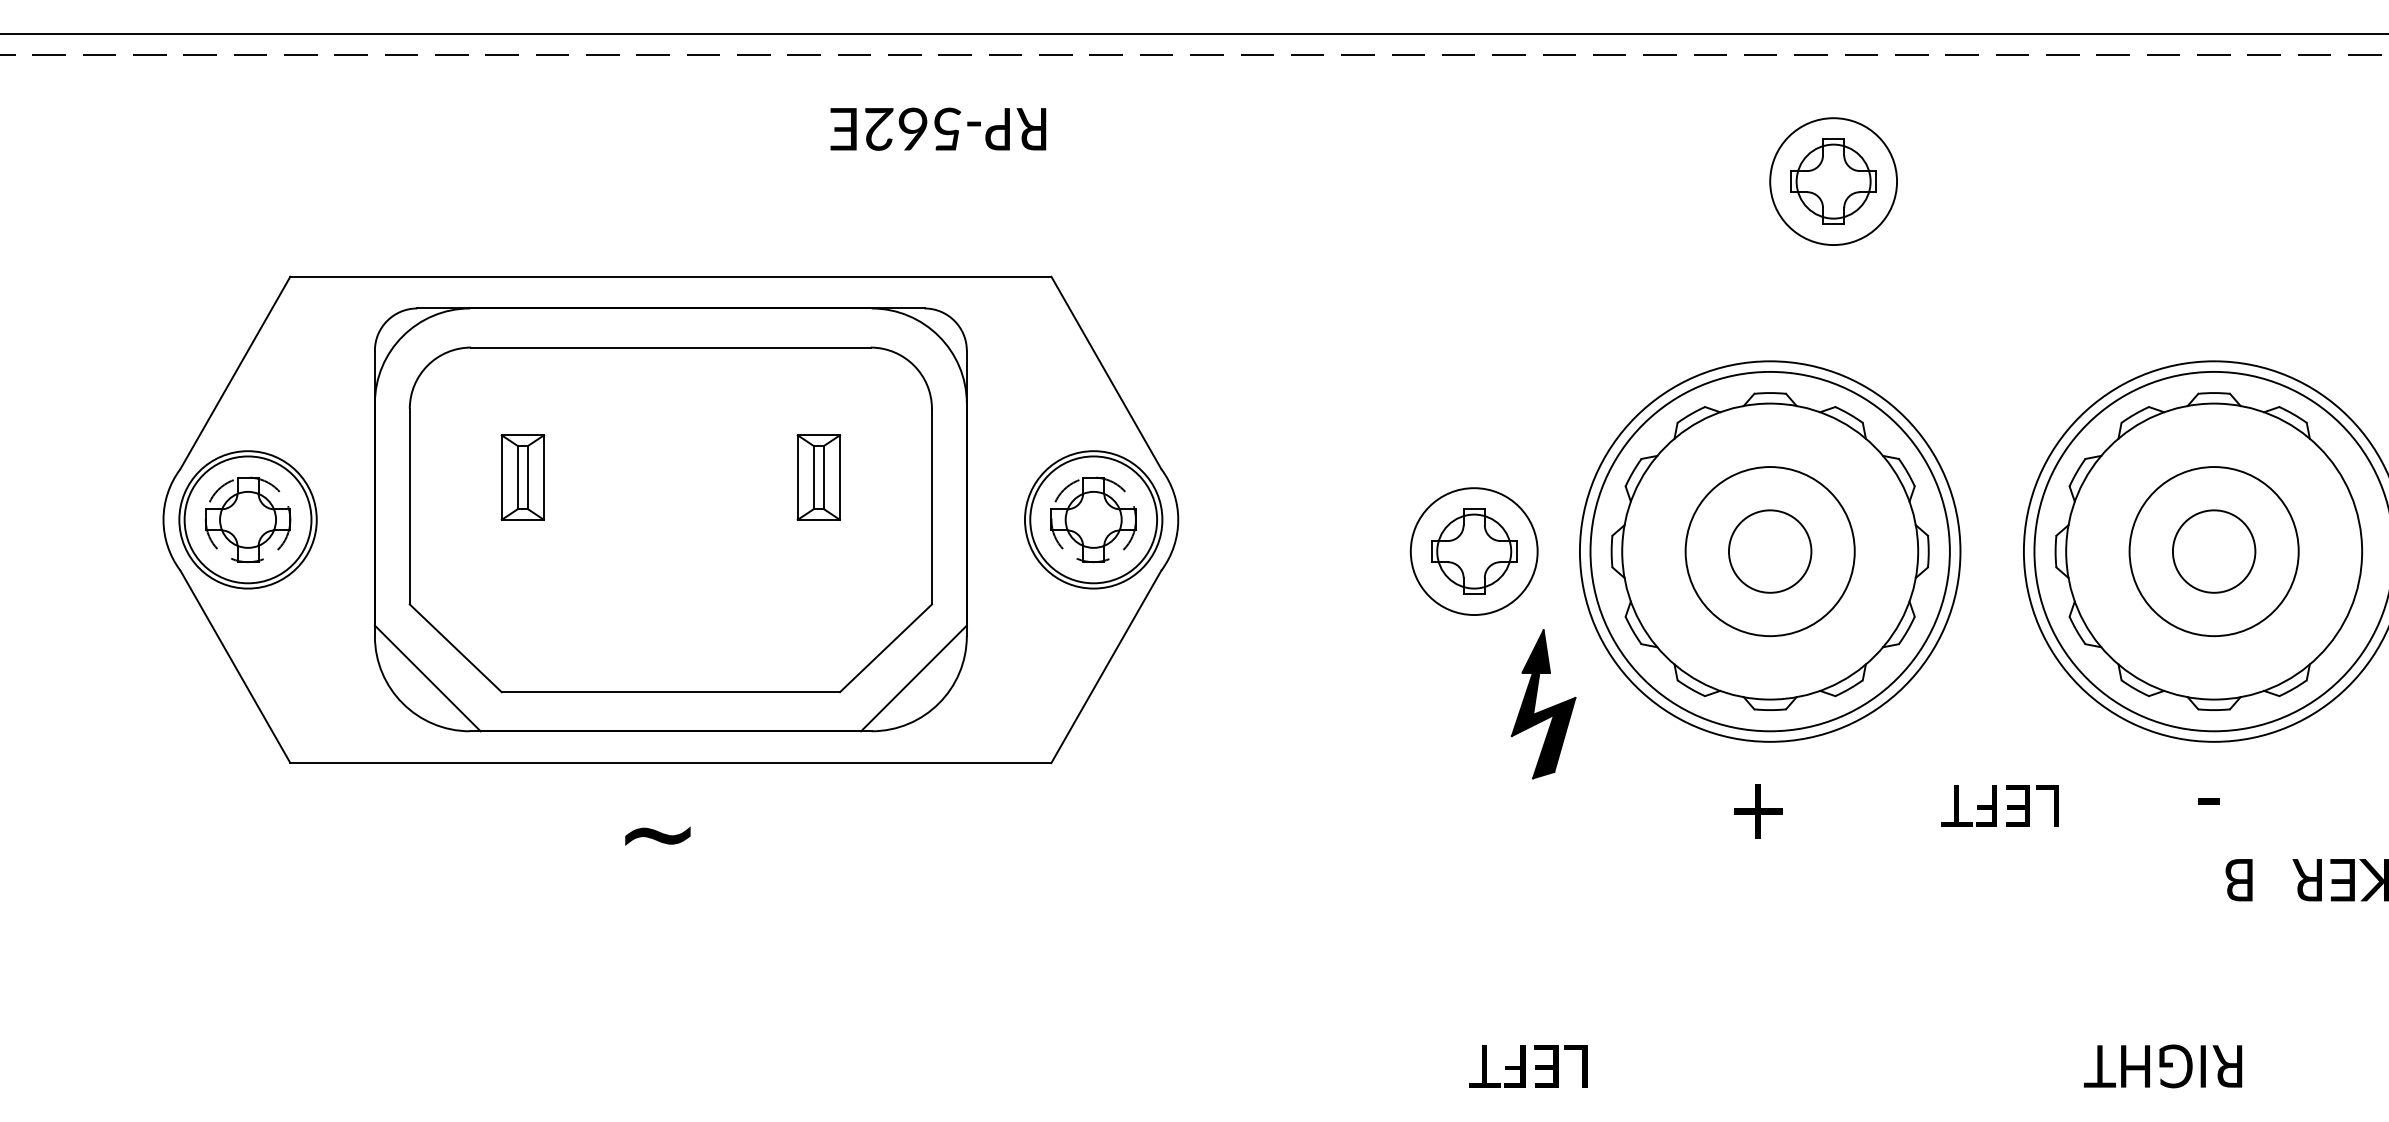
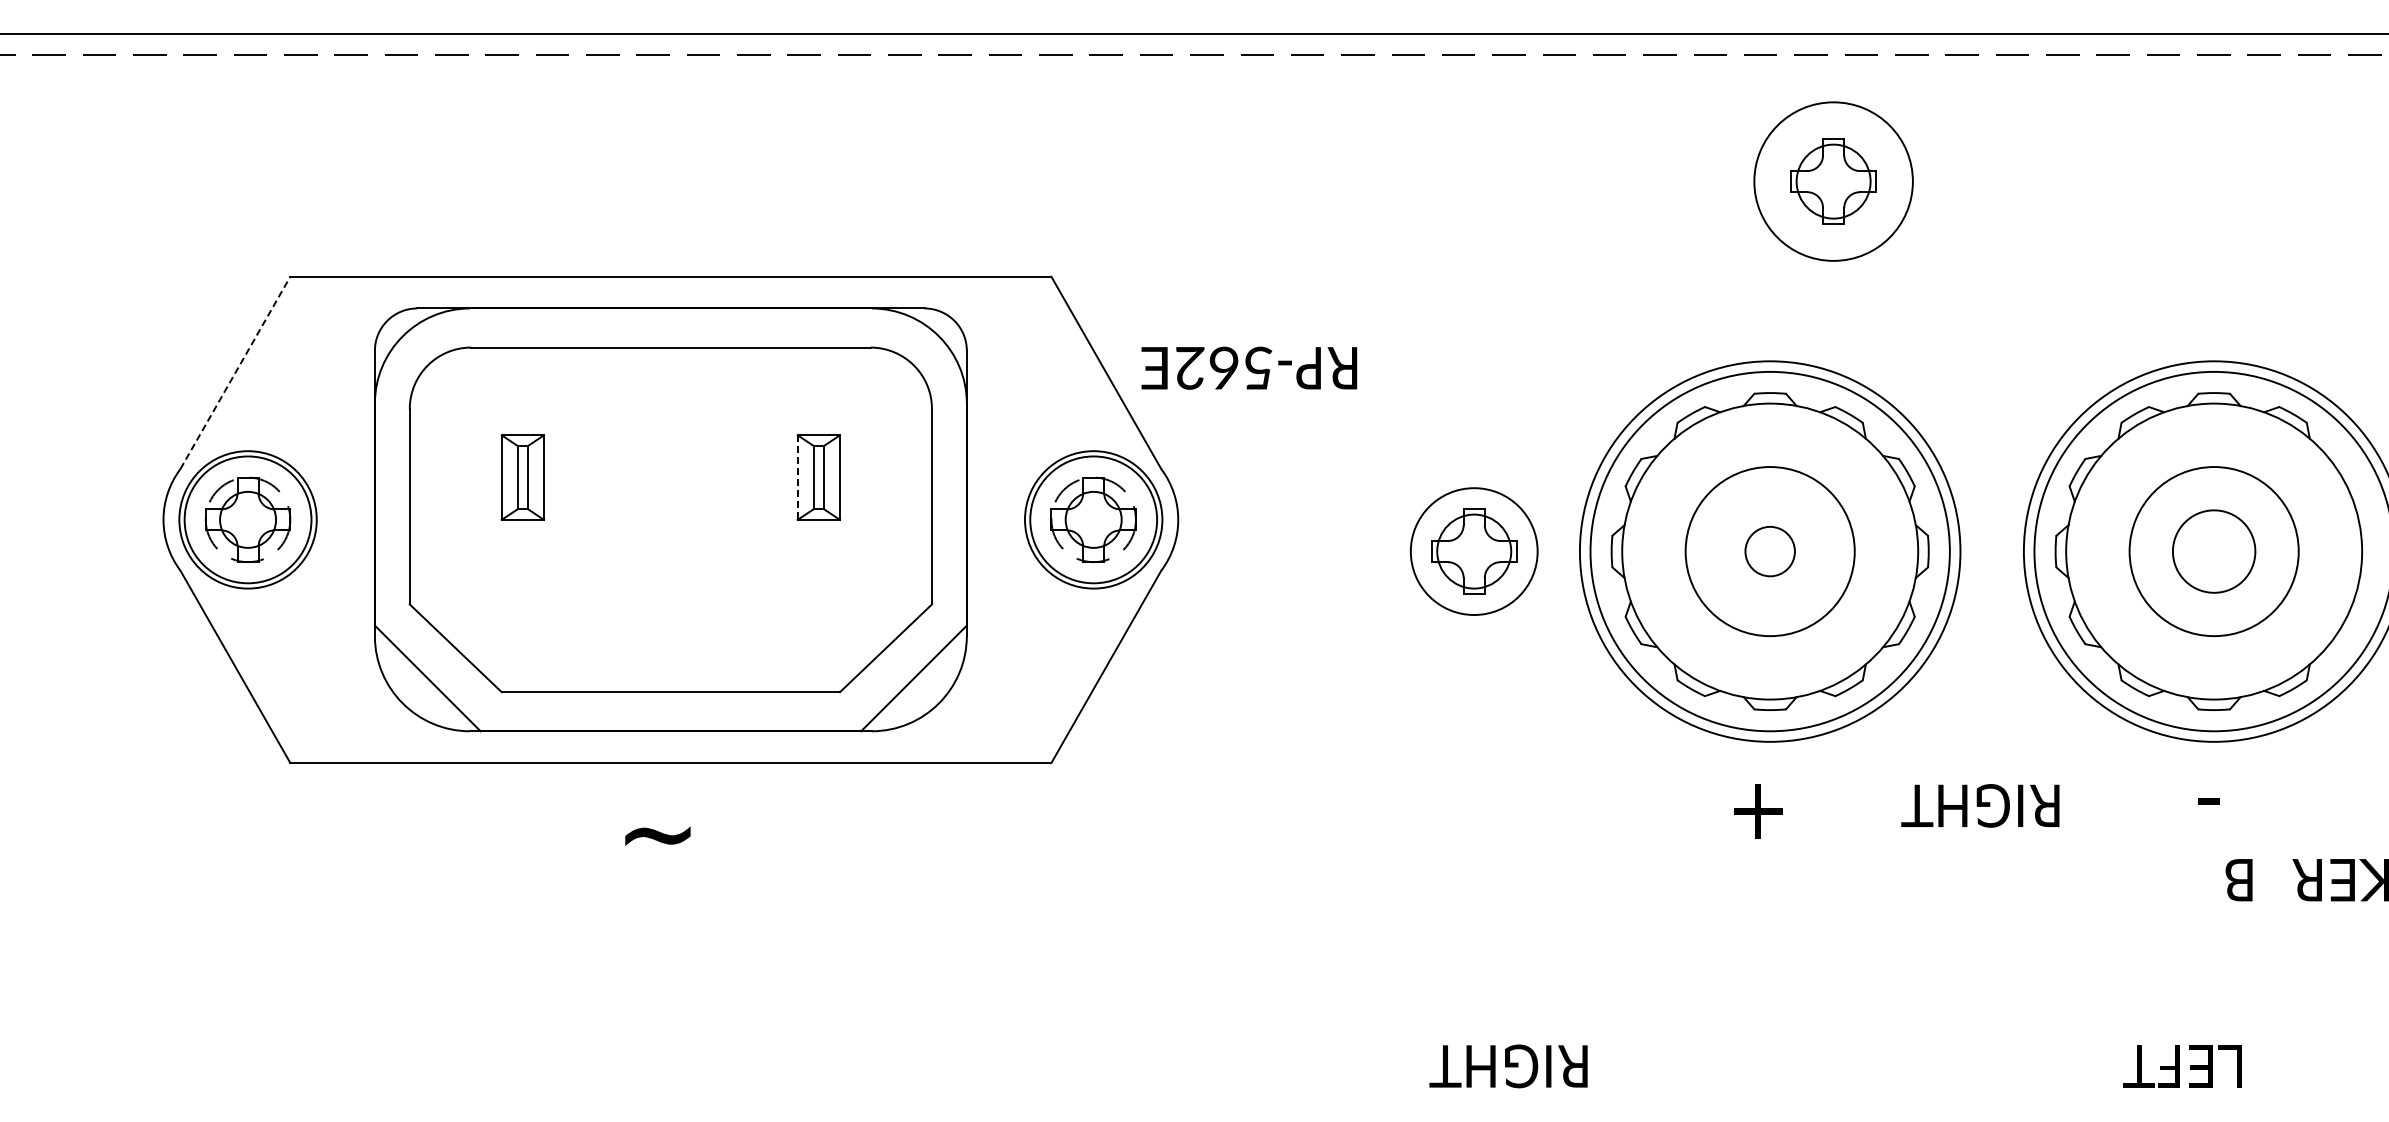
text at (938, 128) position: (938, 128) -> (1249, 367)
circle at (1833, 181) diameter: 127 px -> 159 px
line at (235, 372): solid -> dashed
line at (797, 478): solid -> dashed
circle at (1769, 551) diameter: 82 px -> 49 px
part at (1543, 704): present -> none
text at (1980, 805): LEFT -> RIGHT
text at (1508, 1066): LEFT -> RIGHT
text at (2162, 1066): RIGHT -> LEFT
